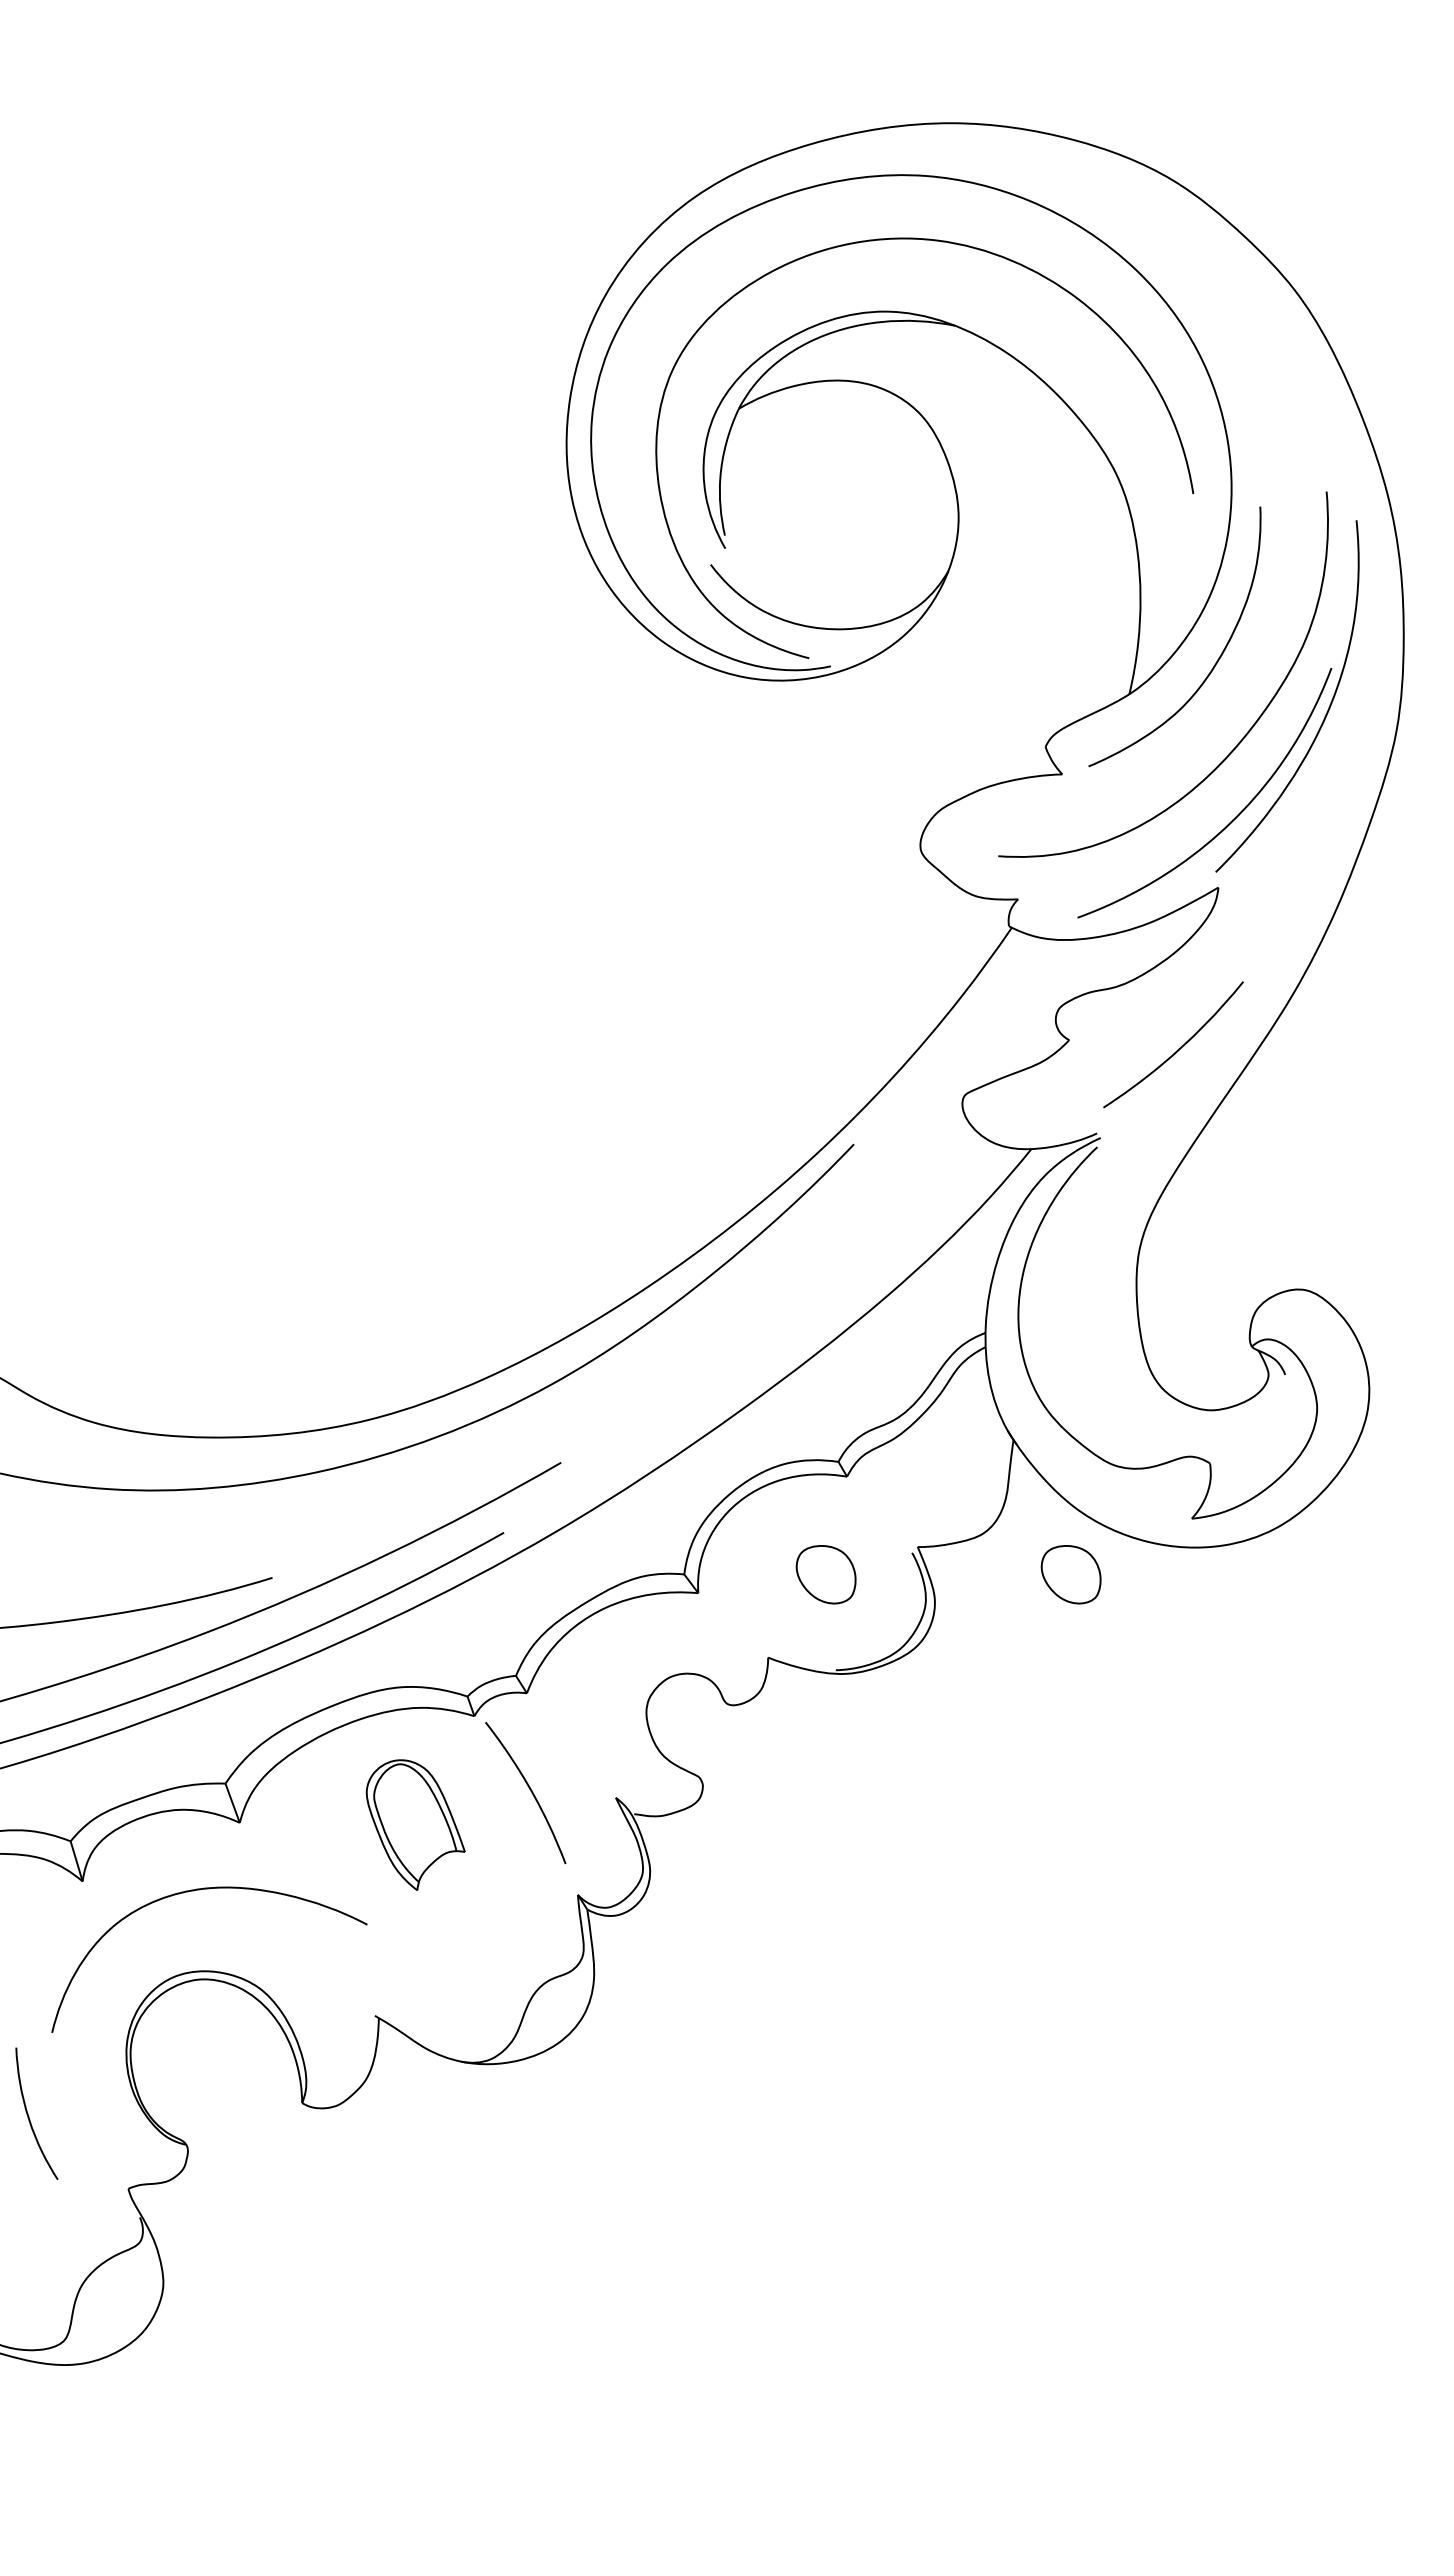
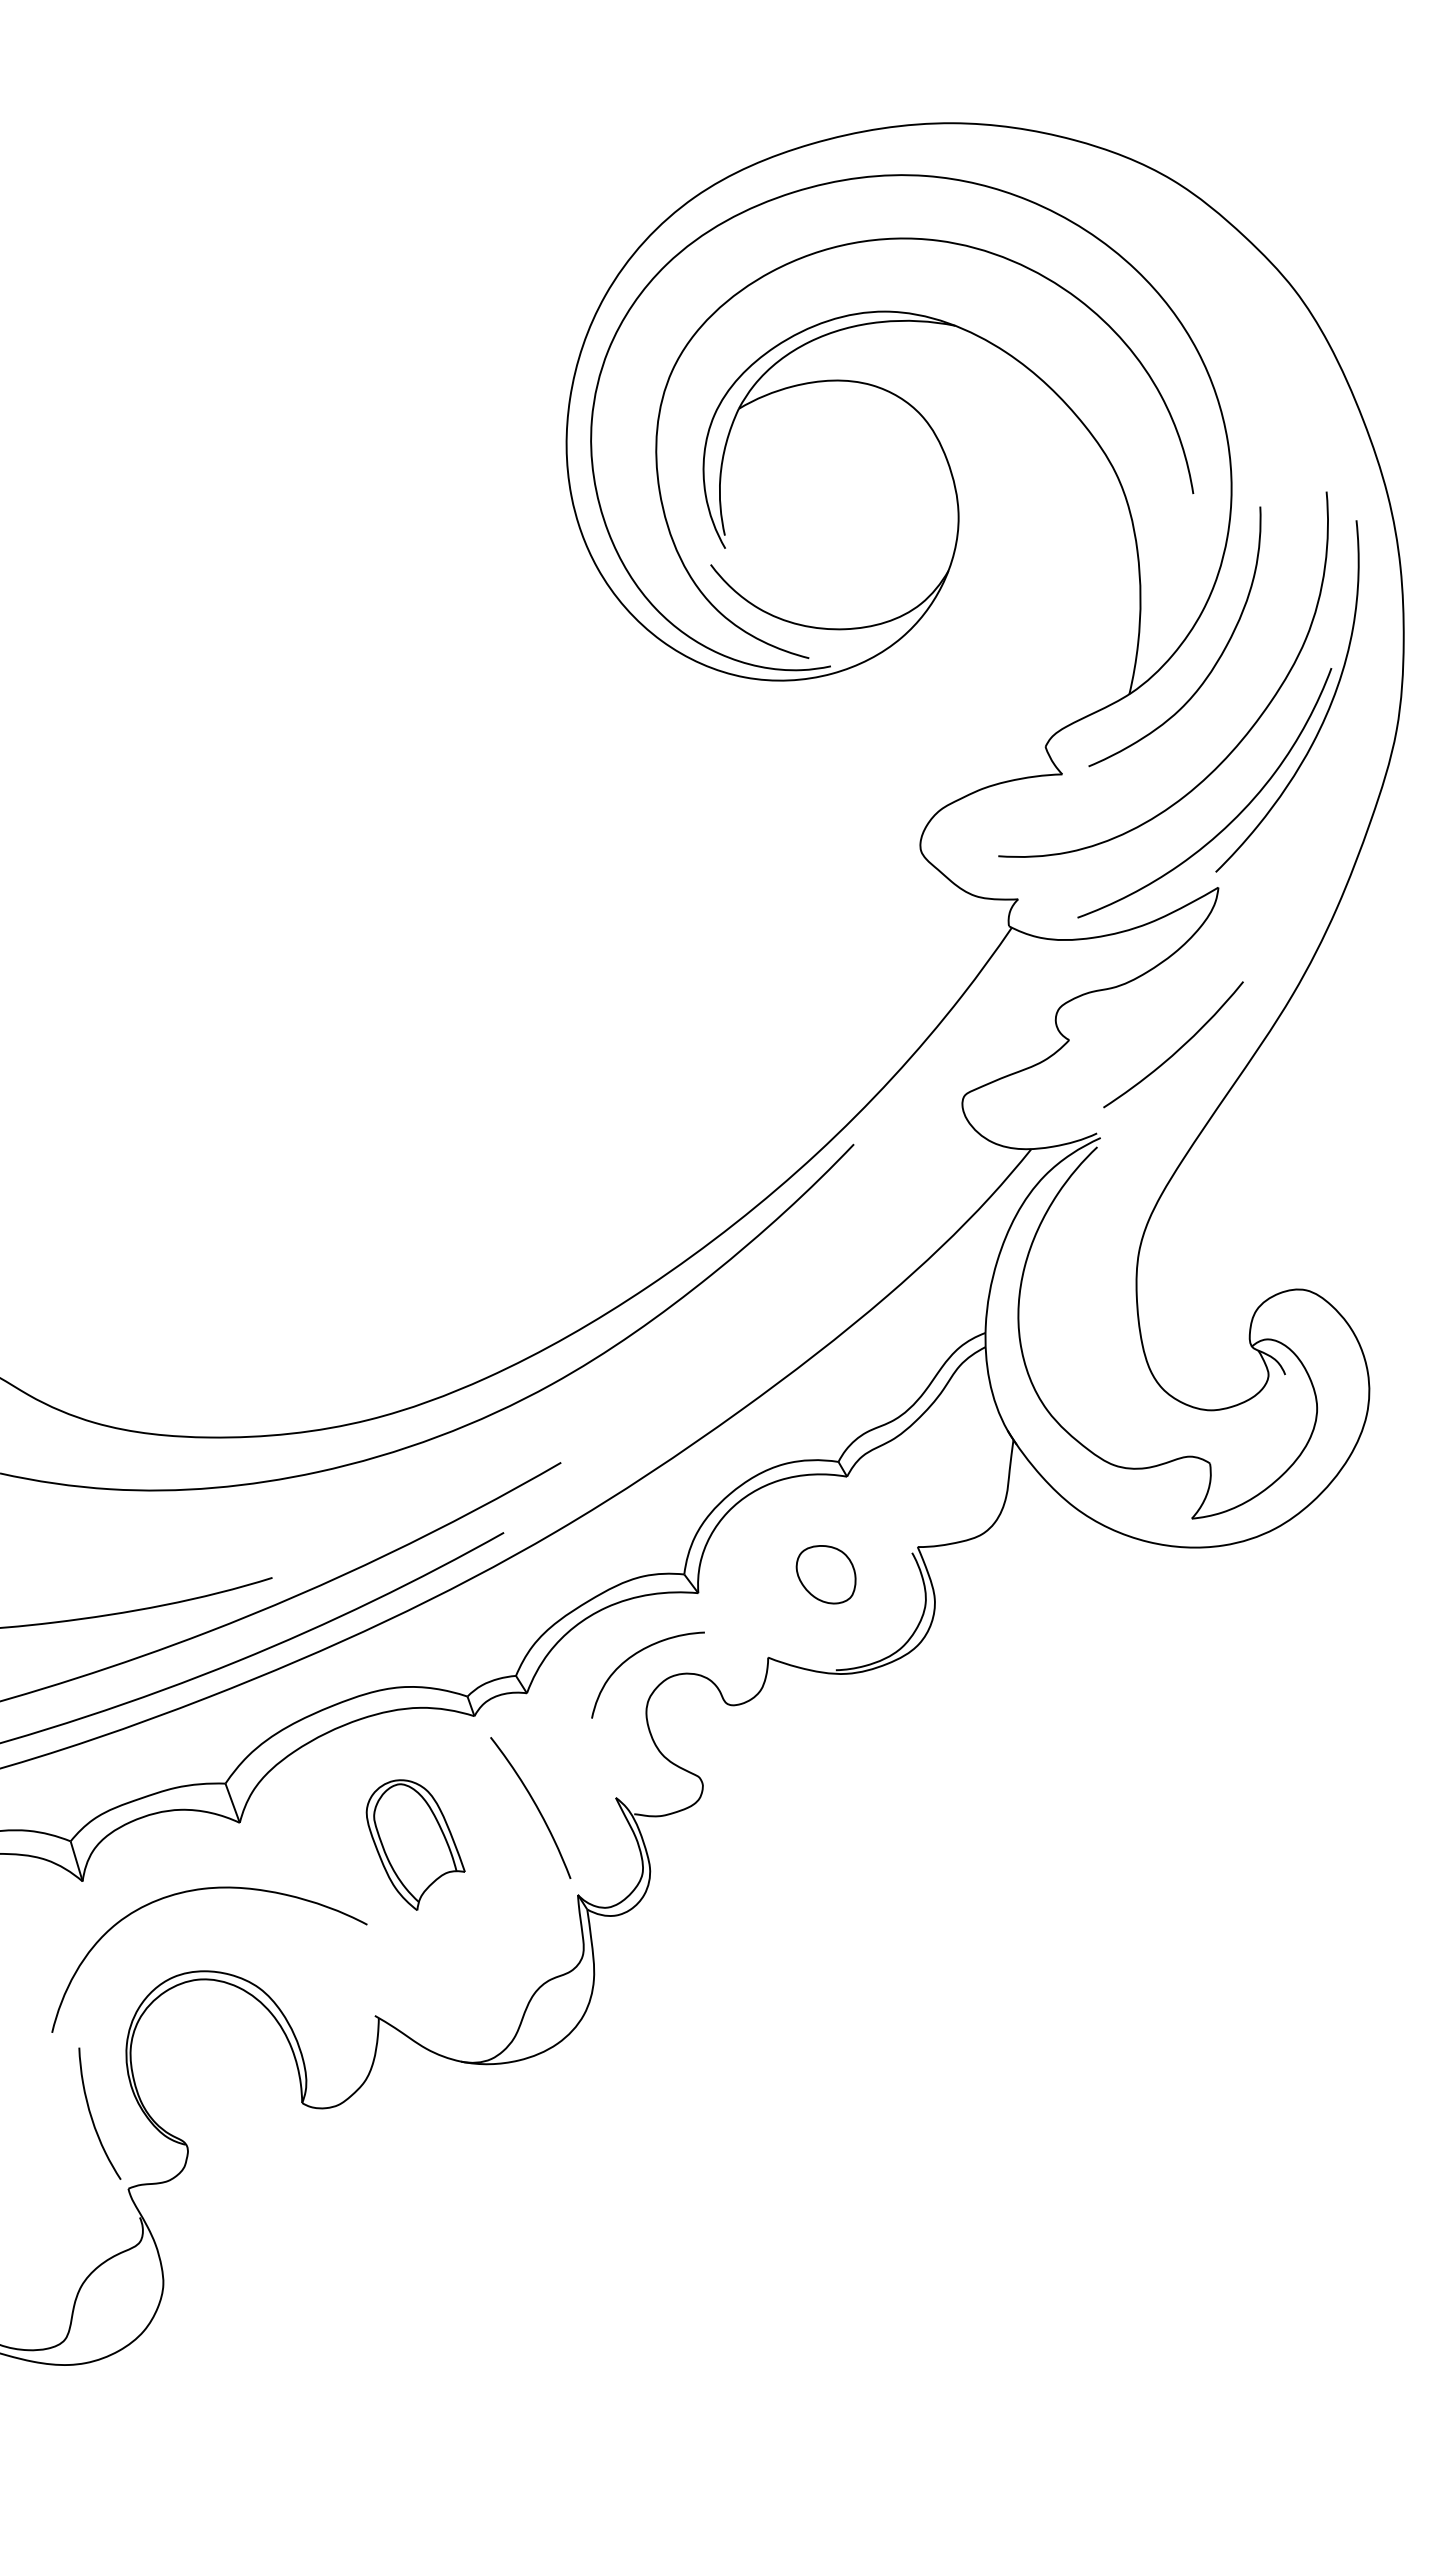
part at (1070, 1574): present -> none
curve at (632, 1657): none -> present
curve at (529, 1789) position: (529, 1789) -> (534, 1804)
part at (415, 1824) position: (415, 1824) -> (415, 1844)
curve at (29, 2116) position: (29, 2116) -> (92, 2116)
